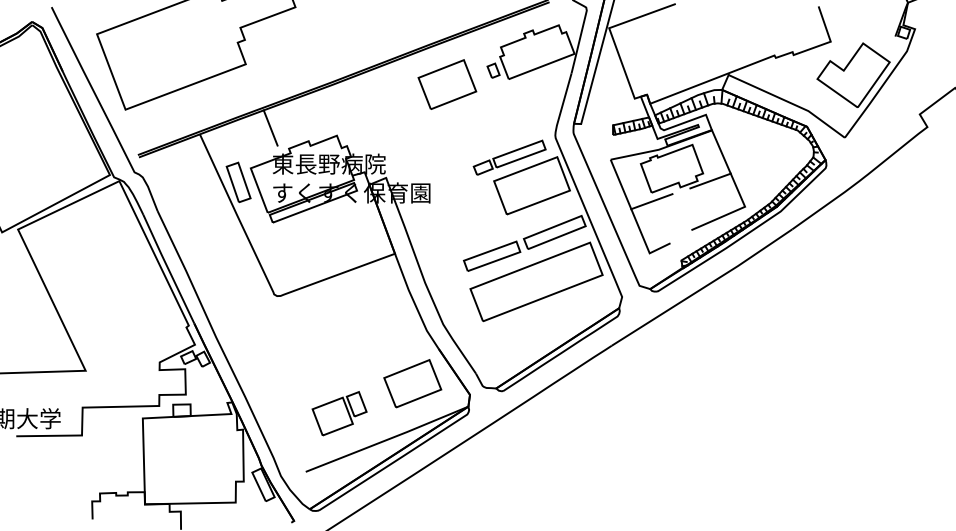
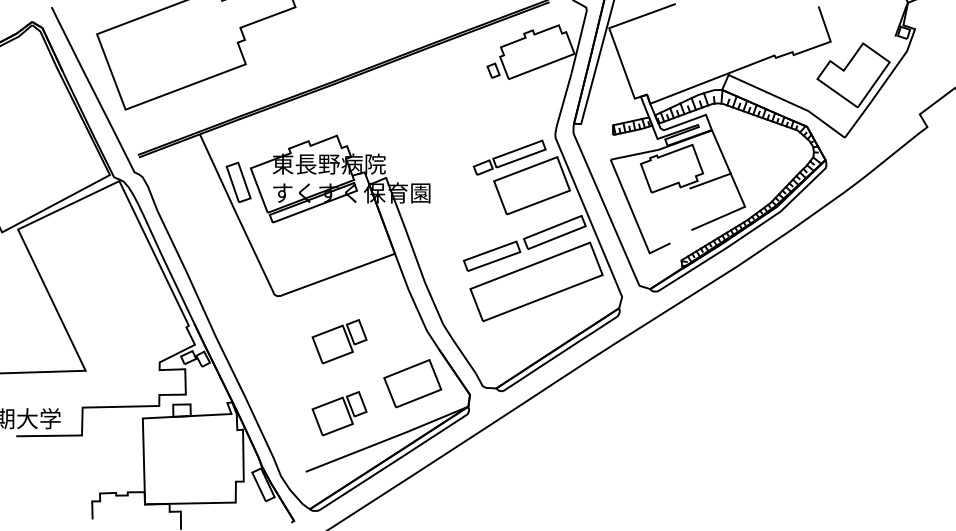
part at (447, 84): present -> none
line at (270, 127): present -> none
line at (651, 201): present -> none
part at (339, 341): none -> present
